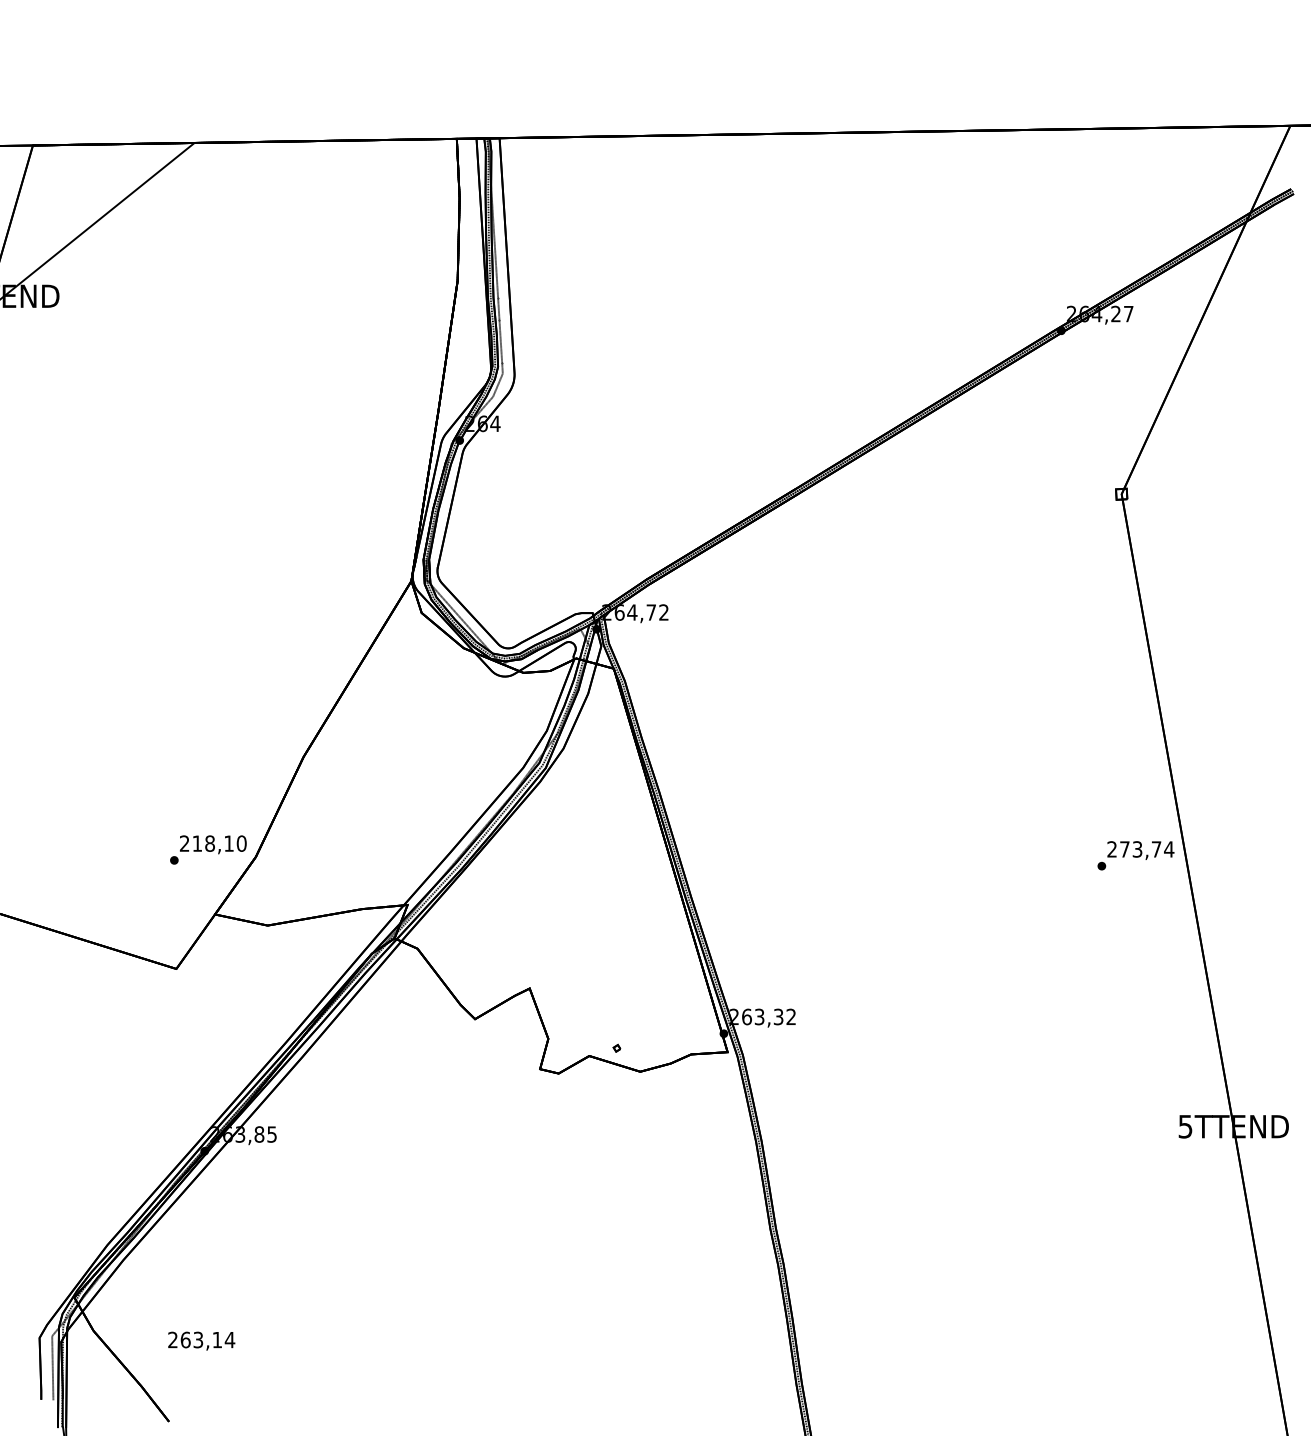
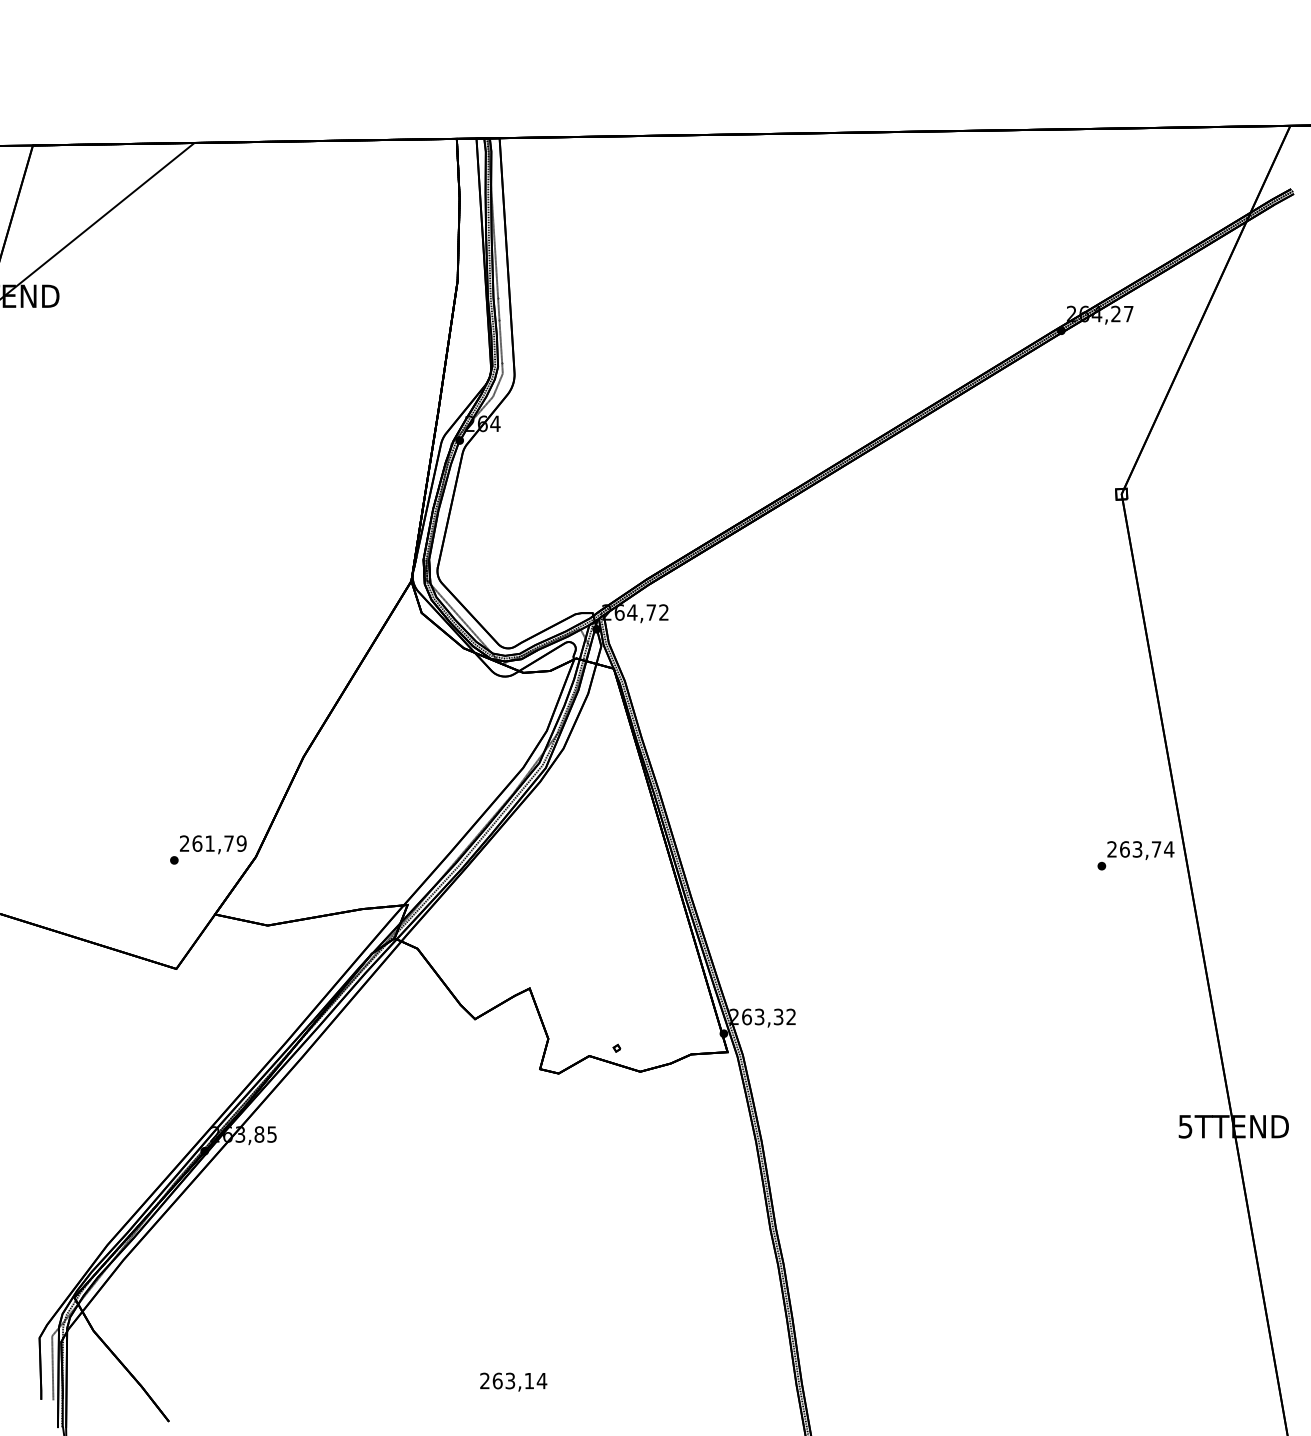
text at (219, 843): 218,10 -> 261,79
text at (1124, 849): 273,74 -> 263,74
text at (201, 1340) position: (201, 1340) -> (513, 1381)
